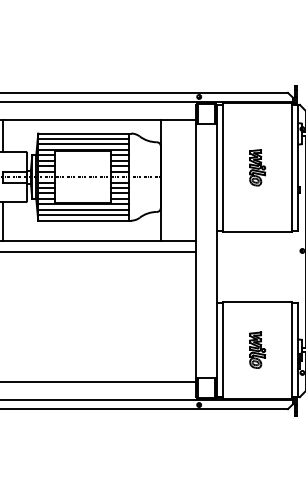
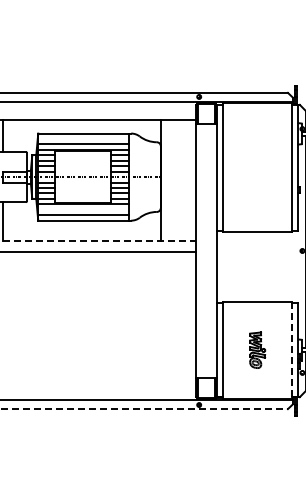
line at (83, 139): present -> none
part at (257, 167): present -> none
line at (83, 209): present -> none
line at (98, 240): solid -> dashed
line at (291, 350): solid -> dashed
line at (99, 381): present -> none
line at (144, 409): solid -> dashed
